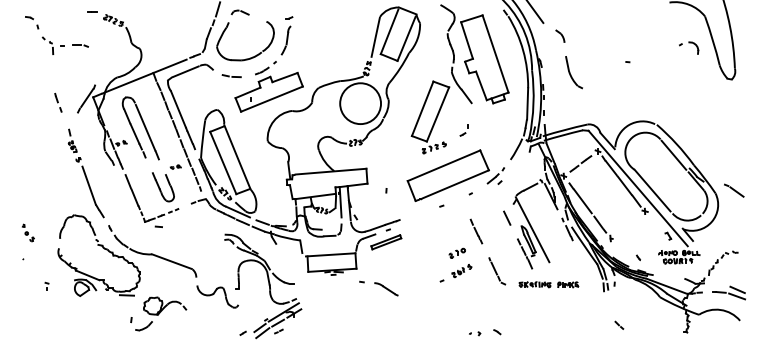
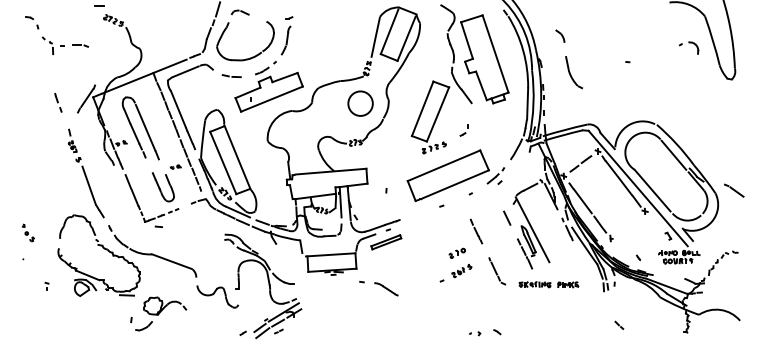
part at (92, 11) position: (92, 11) -> (99, 5)
line at (535, 12): present -> none
circle at (360, 103) diameter: 41 px -> 25 px
part at (728, 292): present -> none
